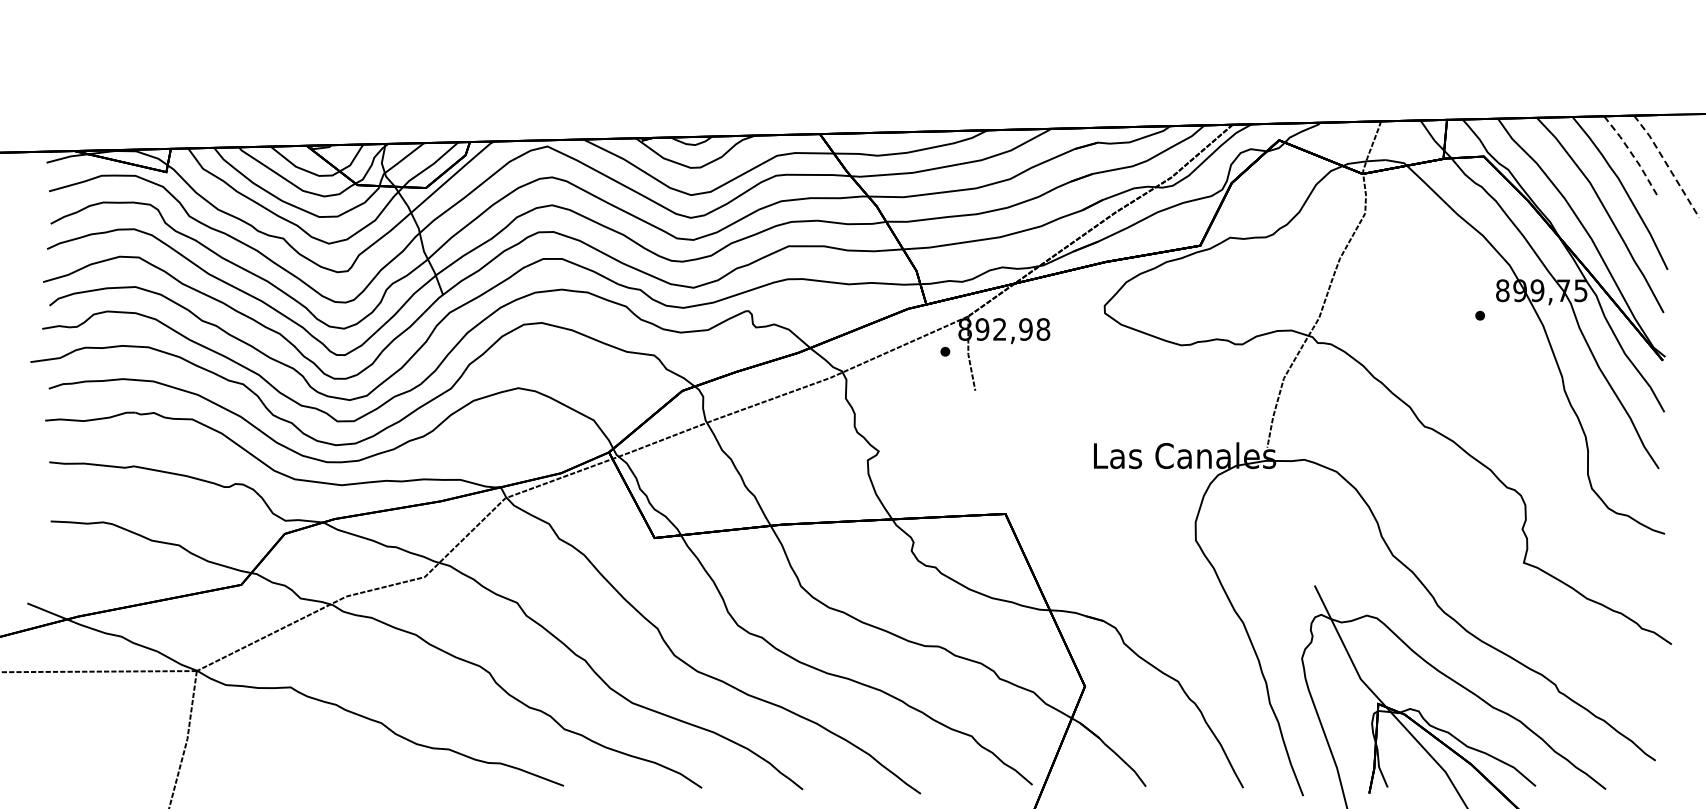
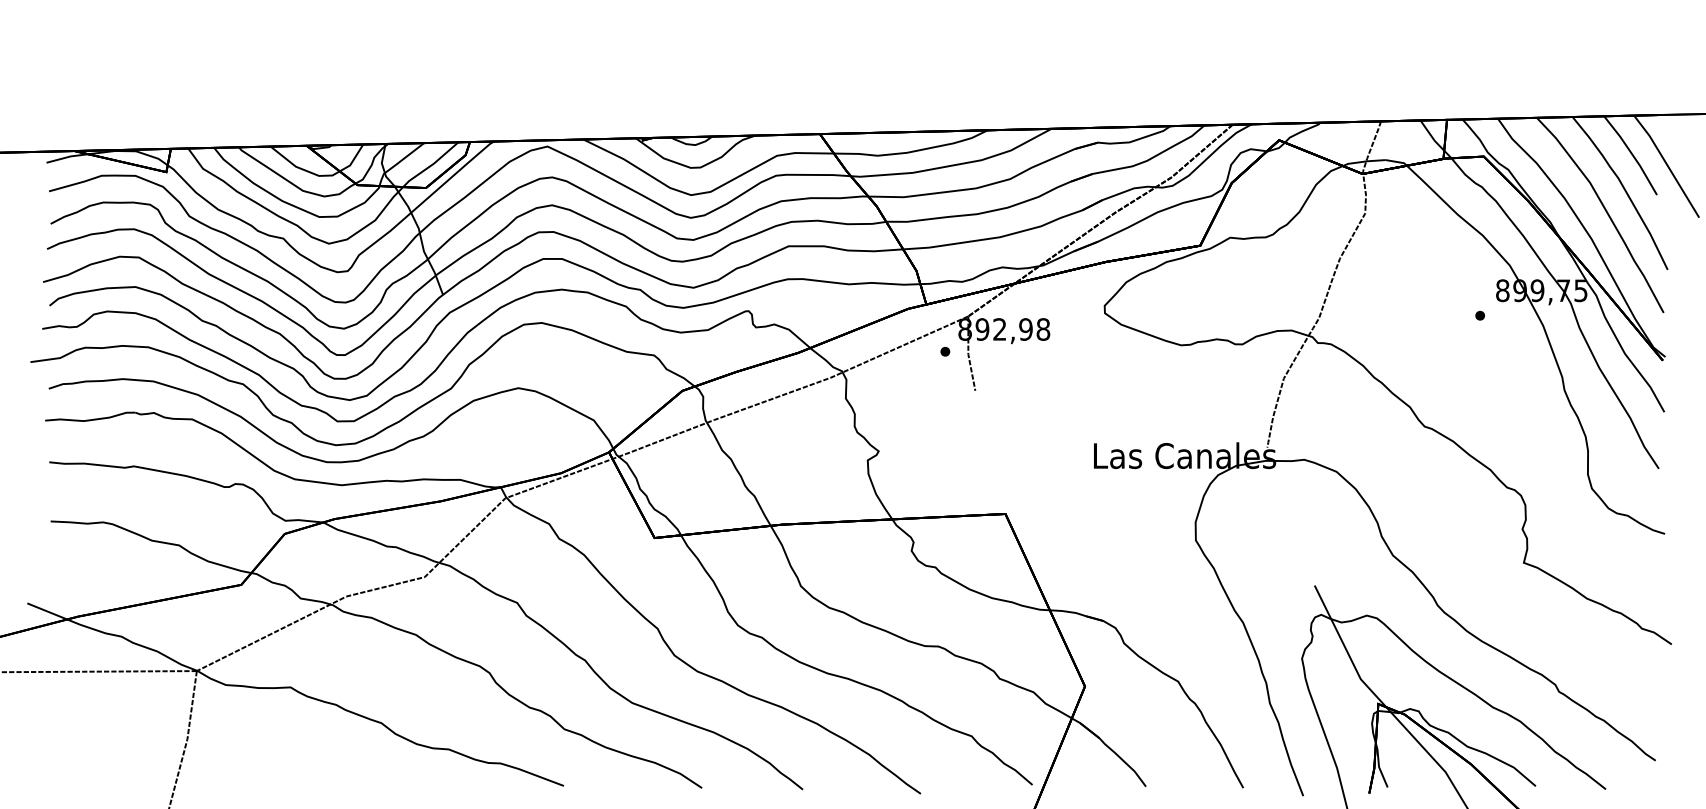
line at (1632, 154): dashed -> solid
line at (1667, 165): dashed -> solid
